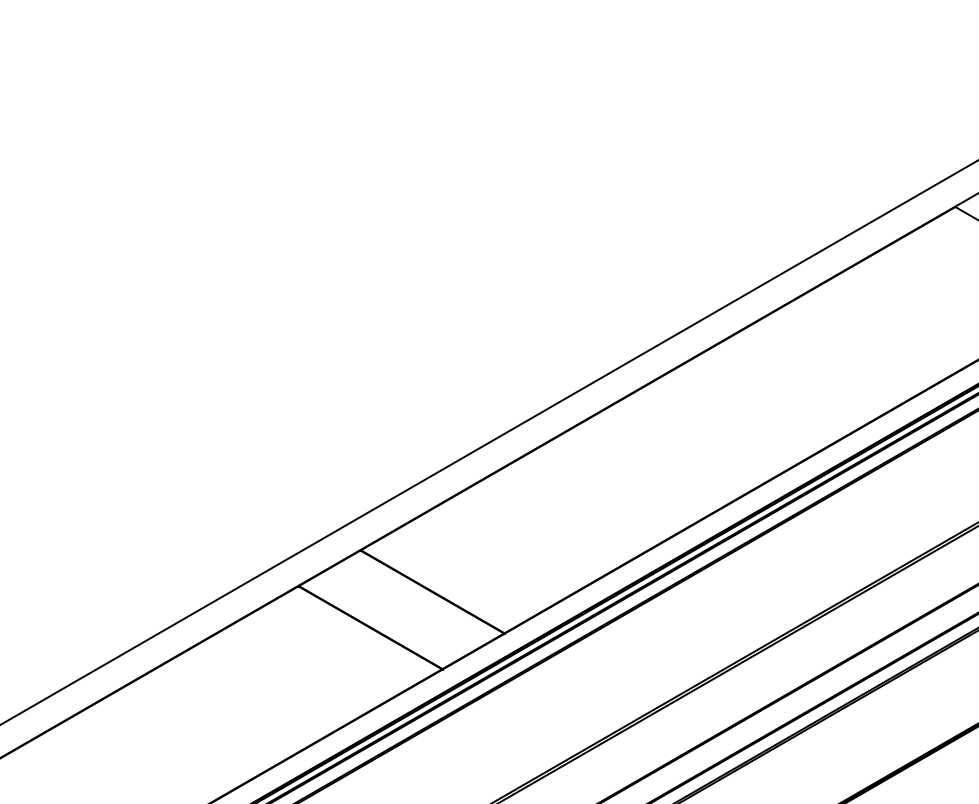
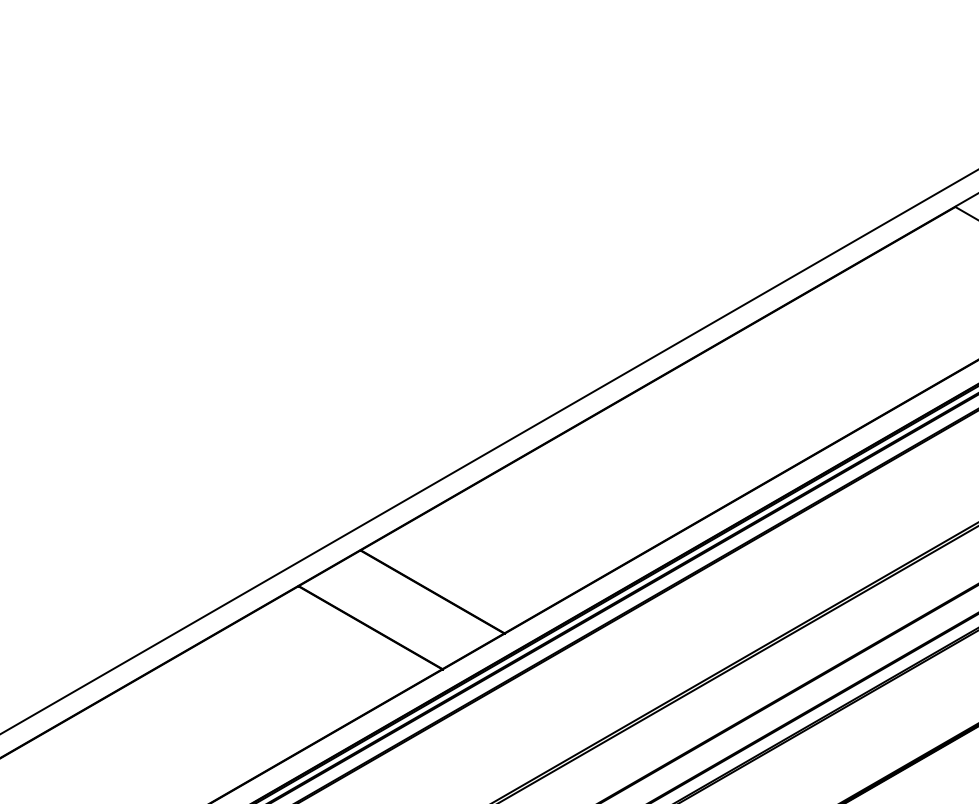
line at (488, 442) position: (488, 442) -> (488, 452)
